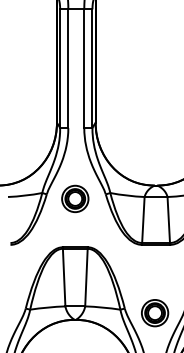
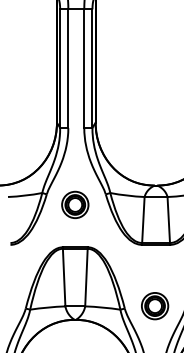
part at (75, 198) position: (75, 198) -> (75, 204)
part at (155, 313) position: (155, 313) -> (155, 306)
